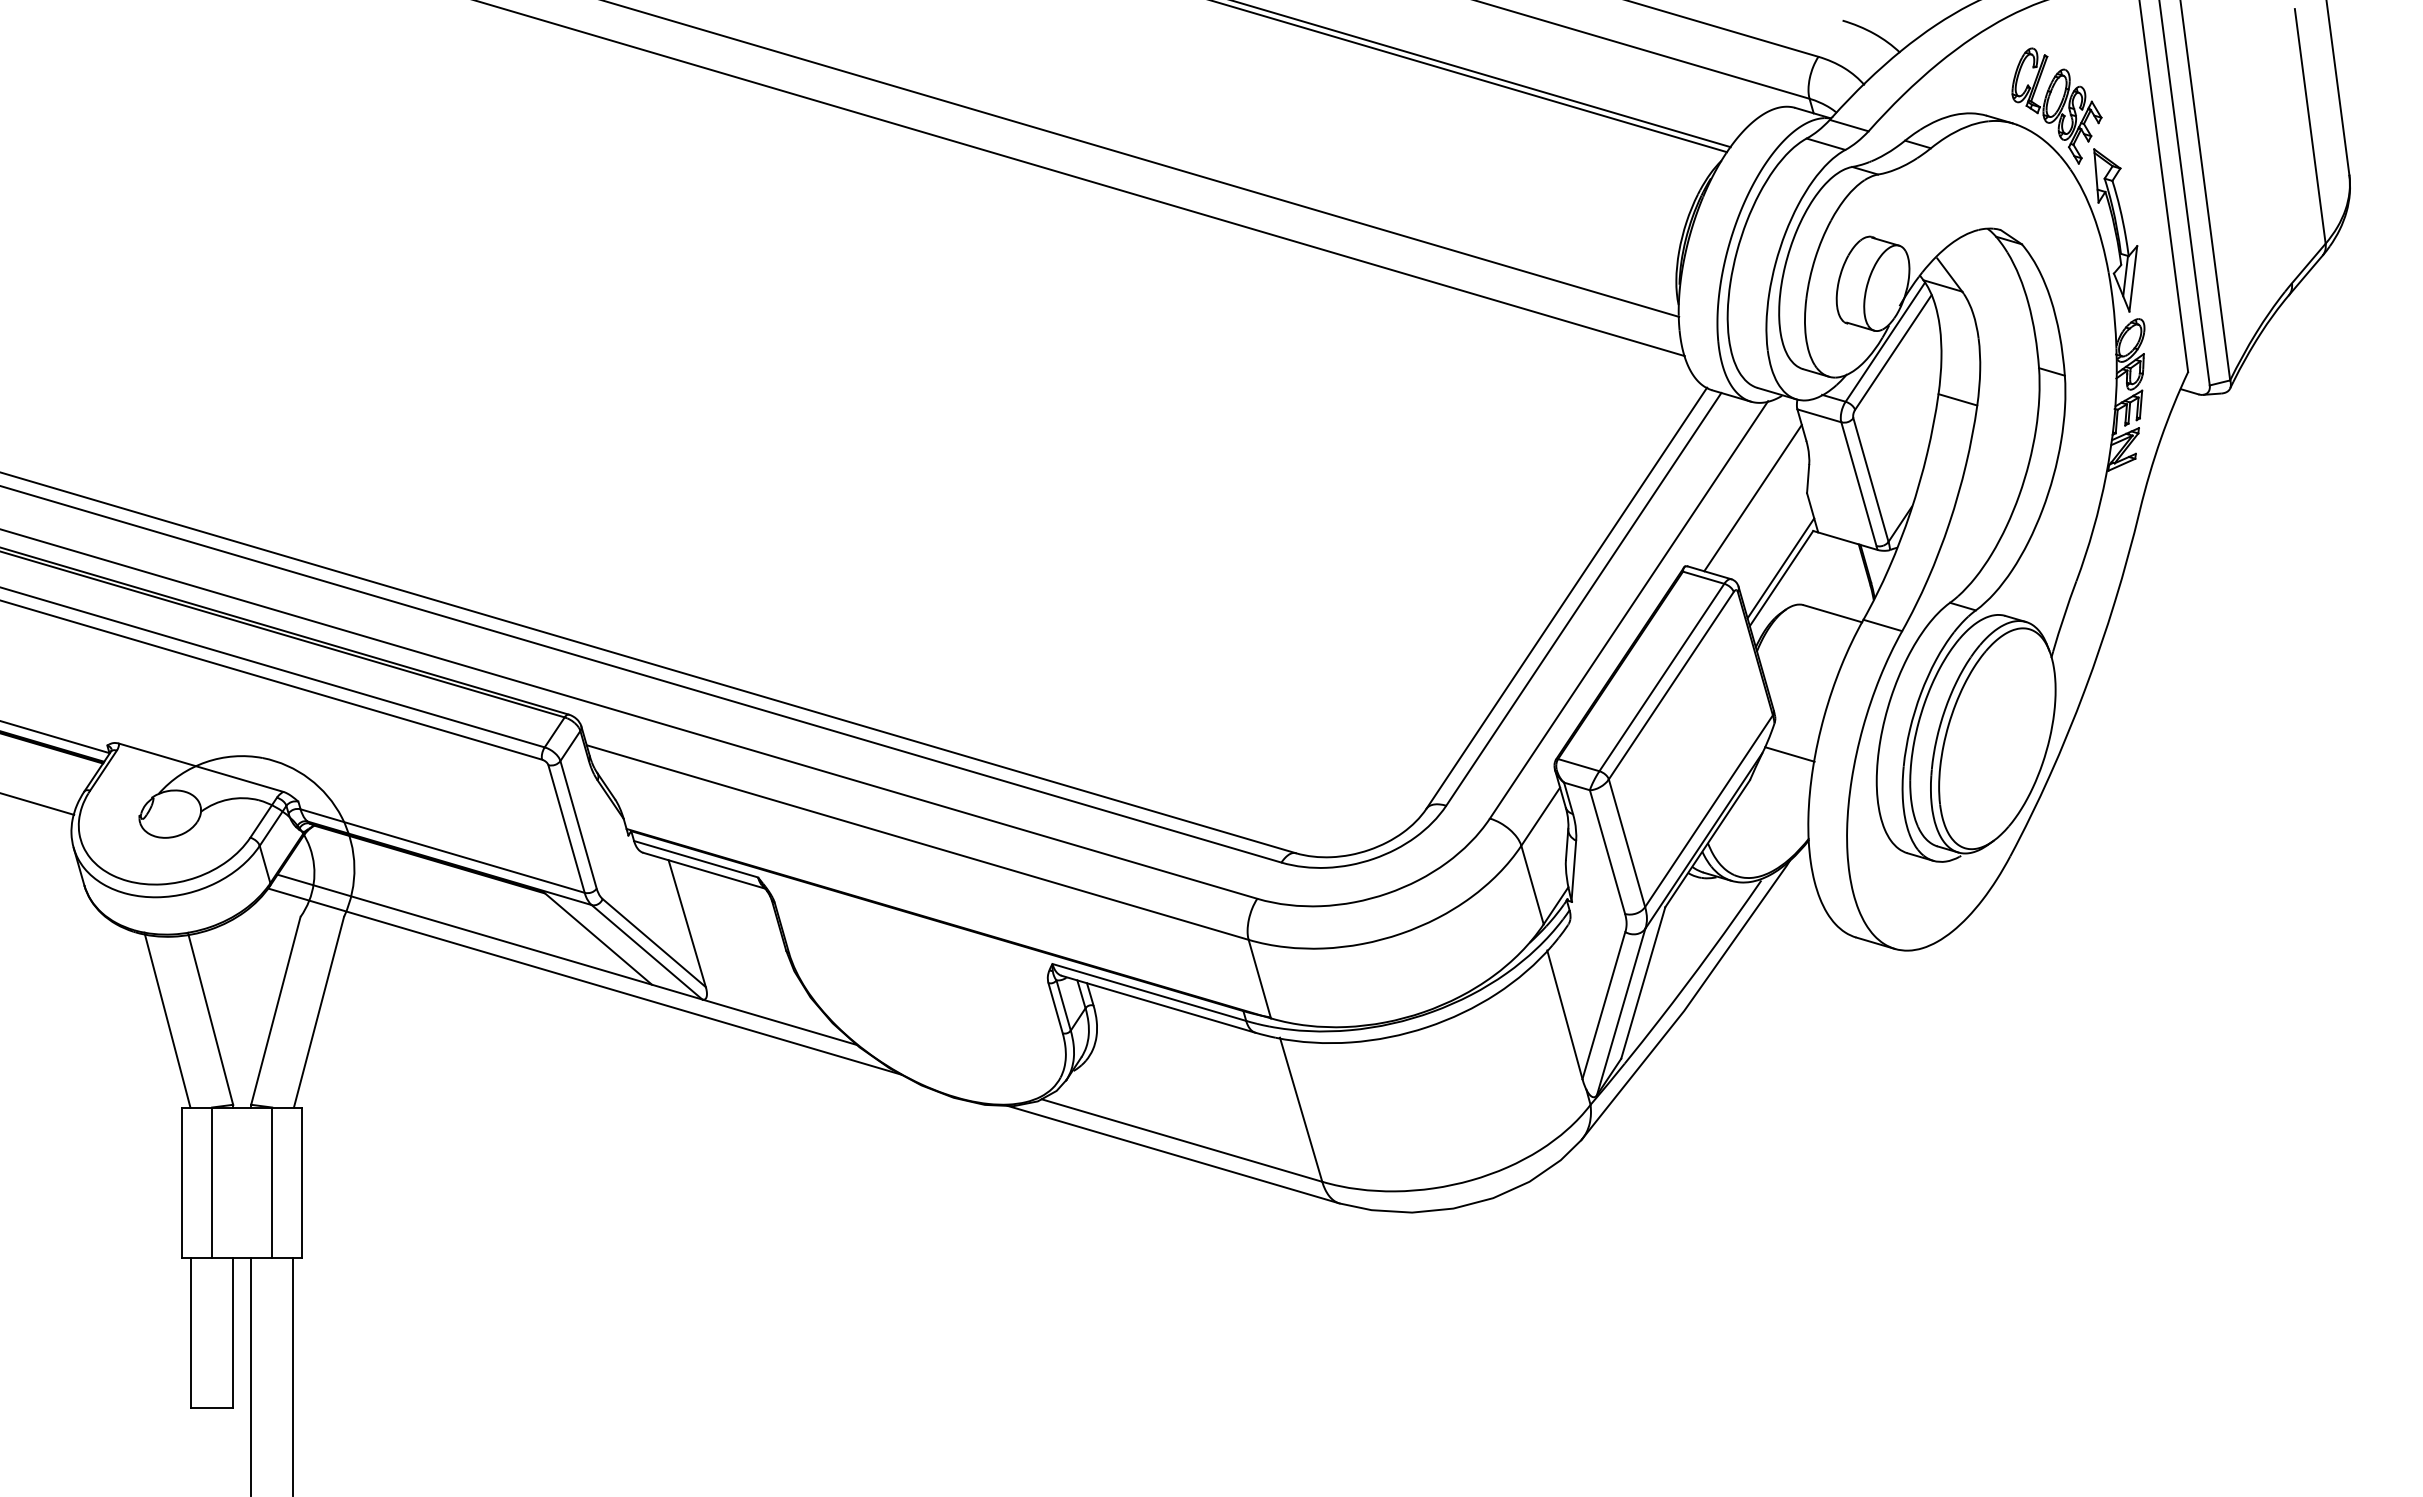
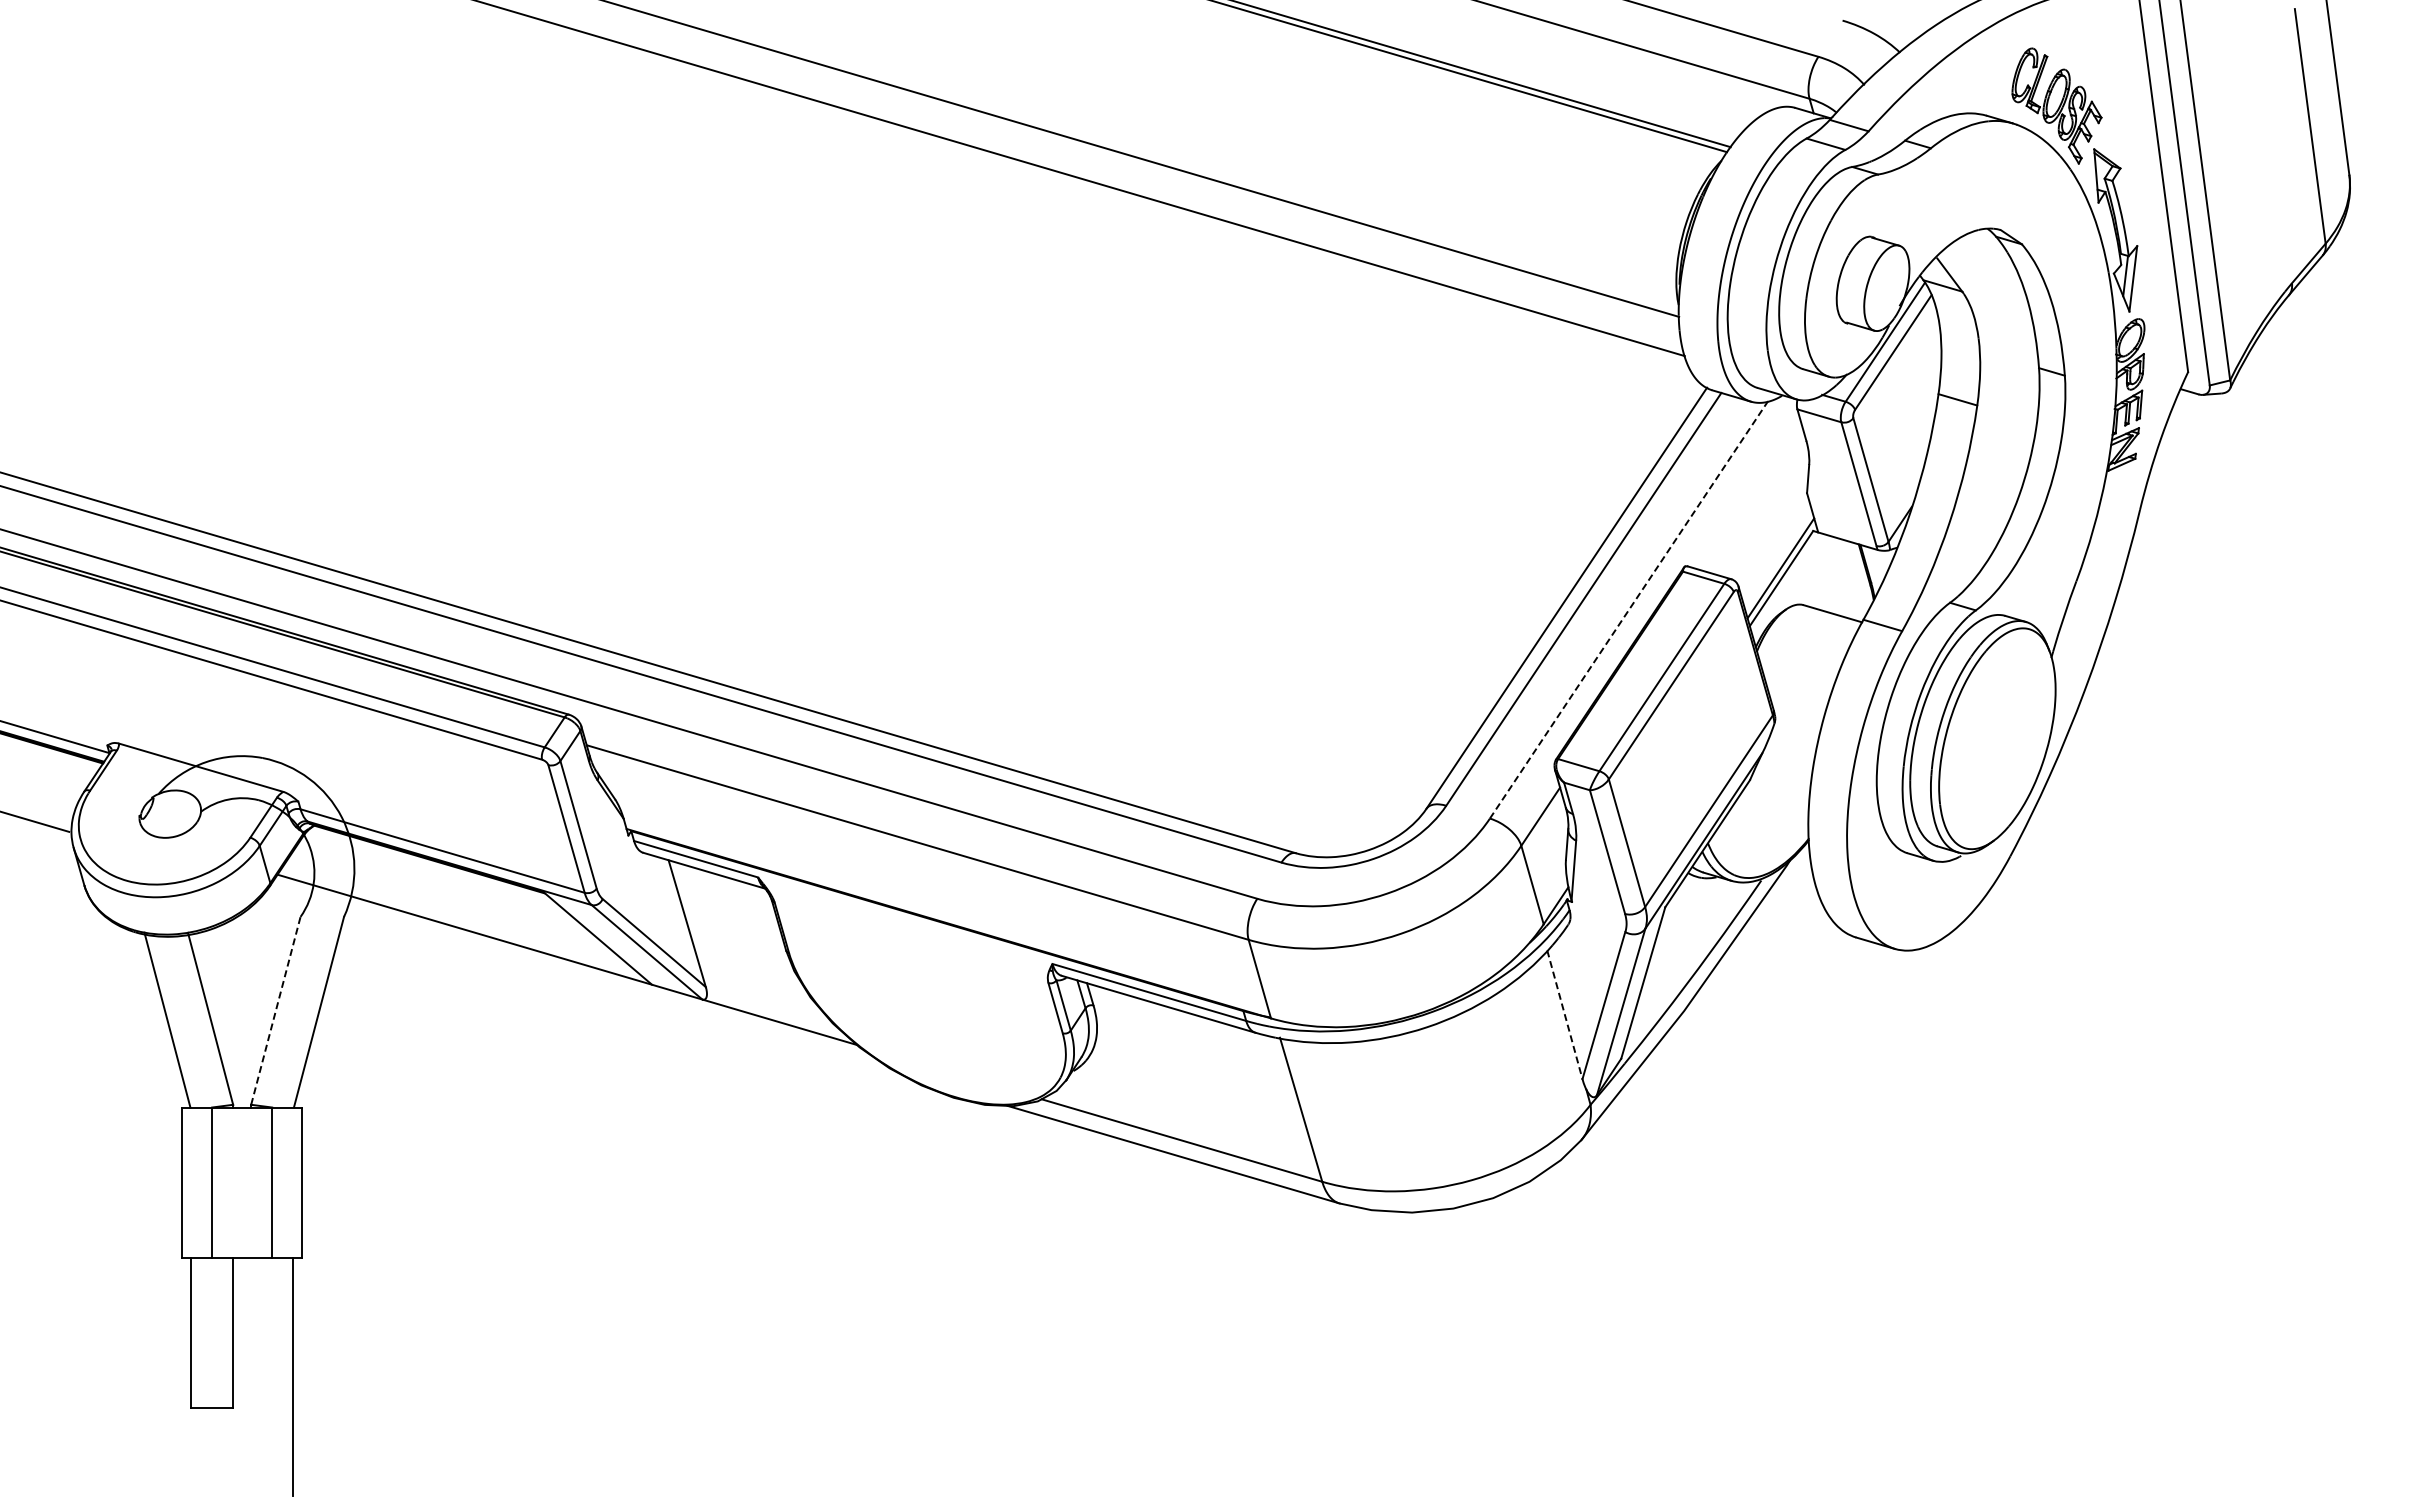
line at (1752, 497): present -> none
line at (1629, 609): solid -> dashed
line at (1789, 754): present -> none
line at (38, 803) position: (38, 803) -> (35, 821)
line at (584, 981): present -> none
line at (276, 1010): solid -> dashed
line at (1564, 1014): solid -> dashed
line at (251, 1375): present -> none
